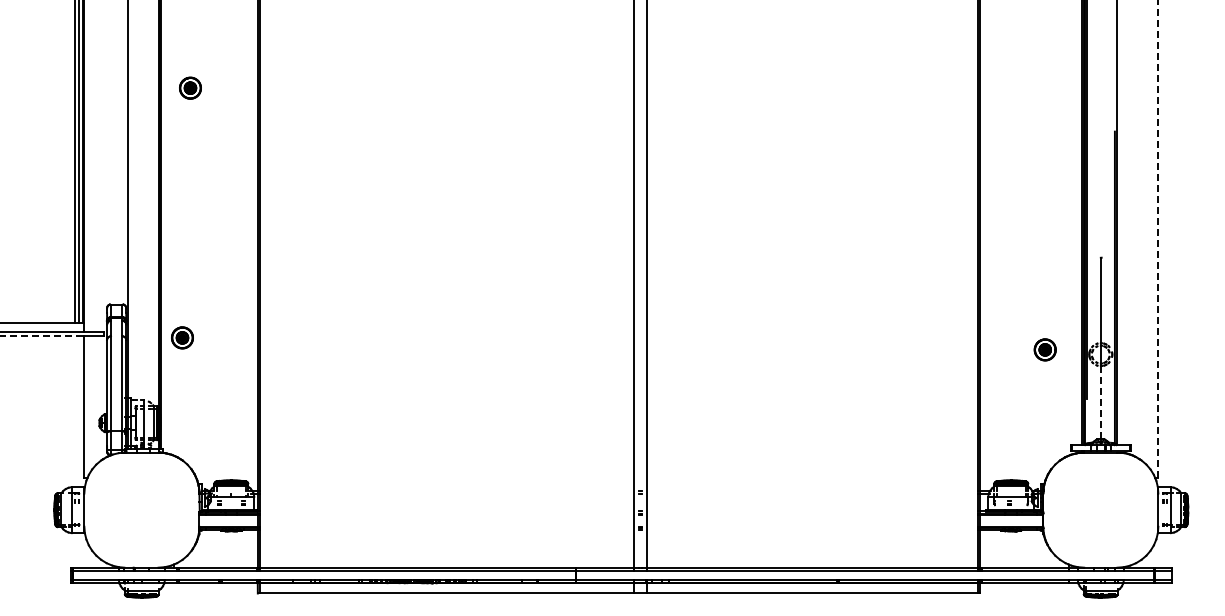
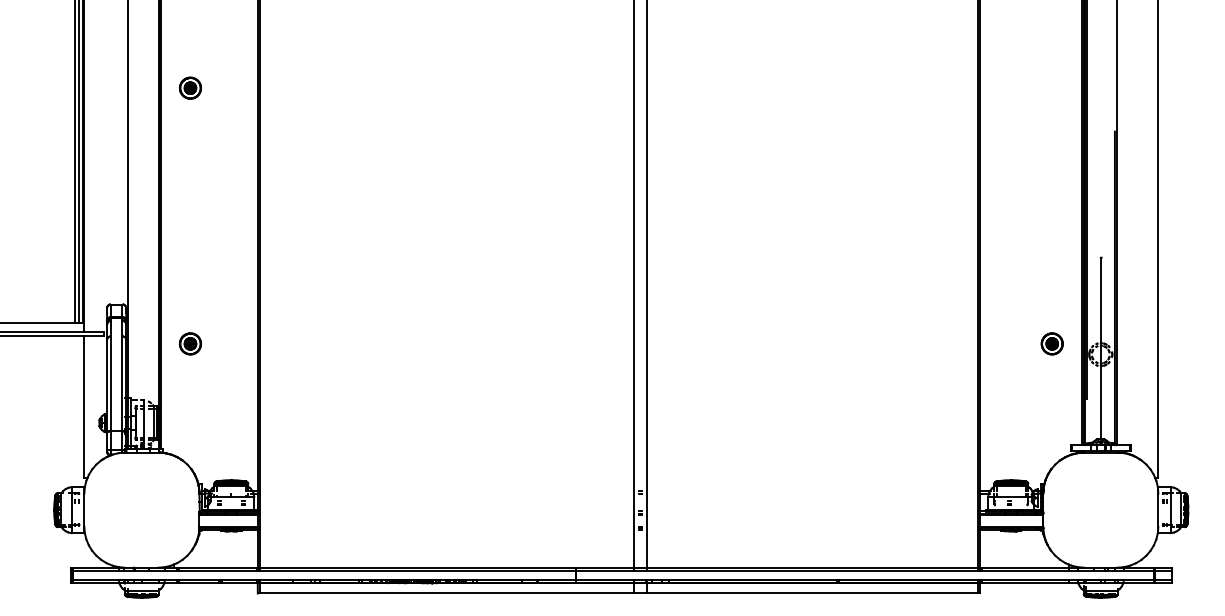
line at (1158, 239): dashed -> solid
line at (42, 336): dashed -> solid
part at (182, 337) position: (182, 337) -> (190, 343)
part at (1044, 349) position: (1044, 349) -> (1051, 343)
line at (1100, 402): dashed -> solid
